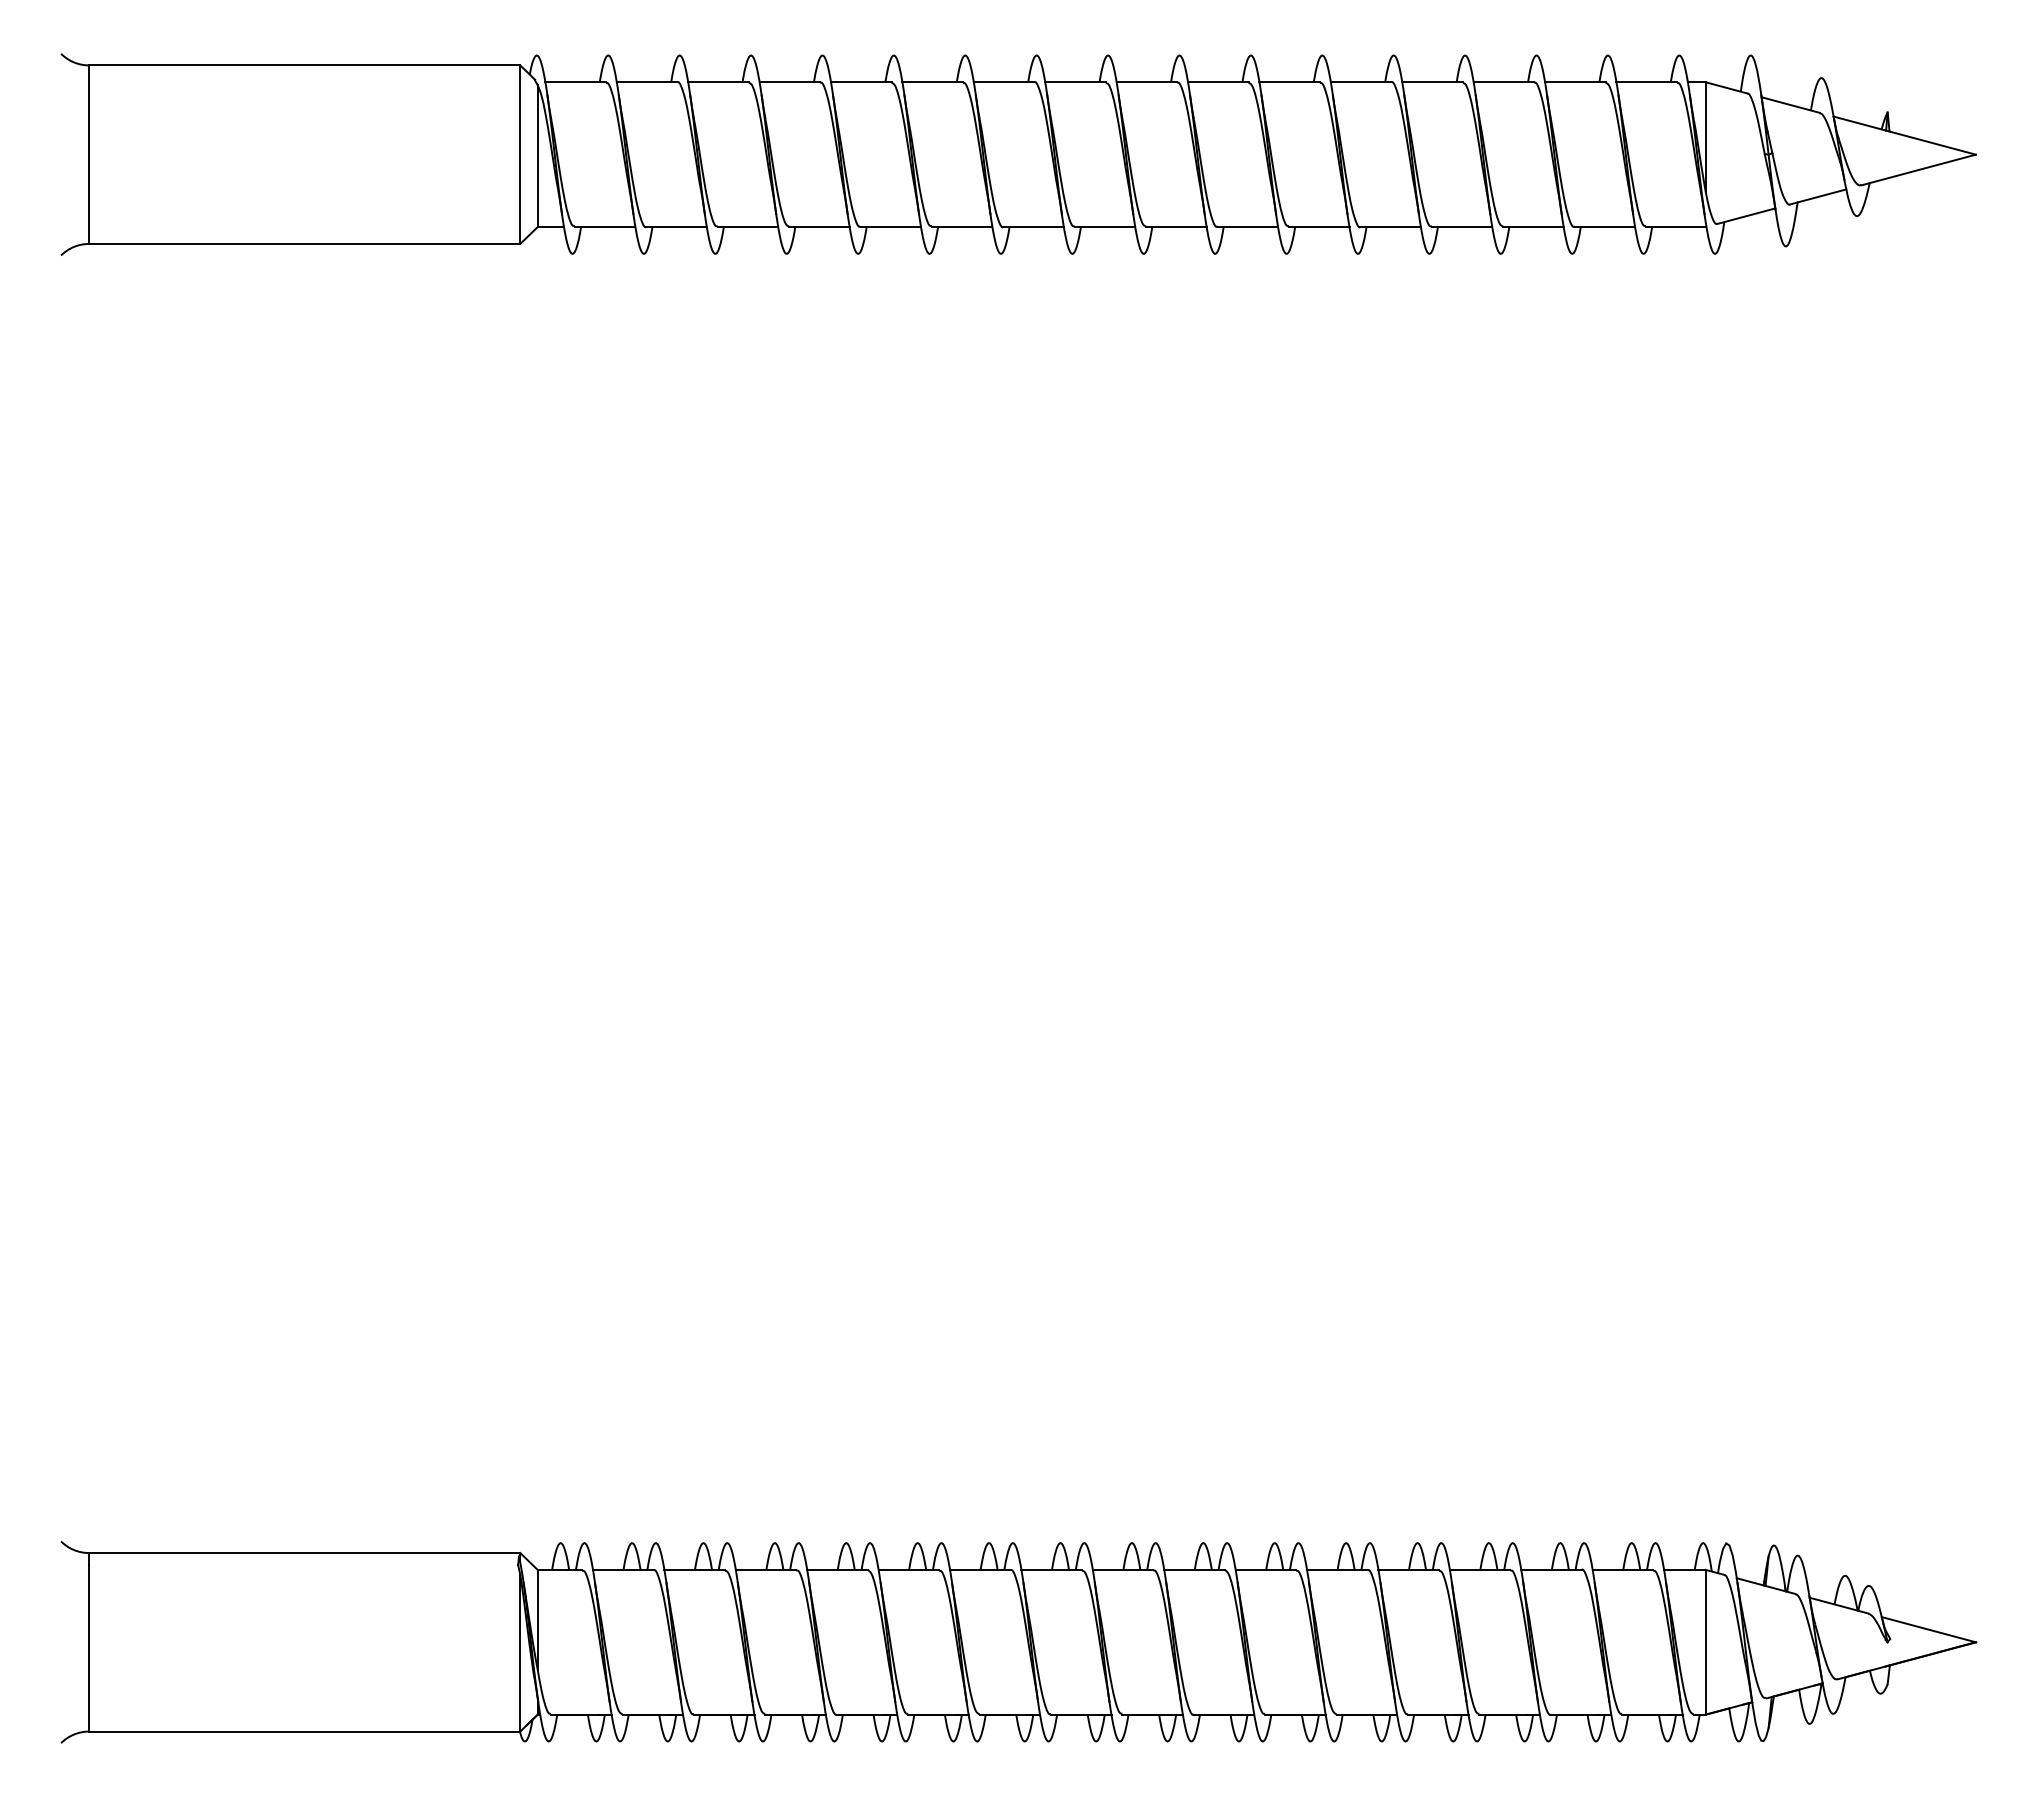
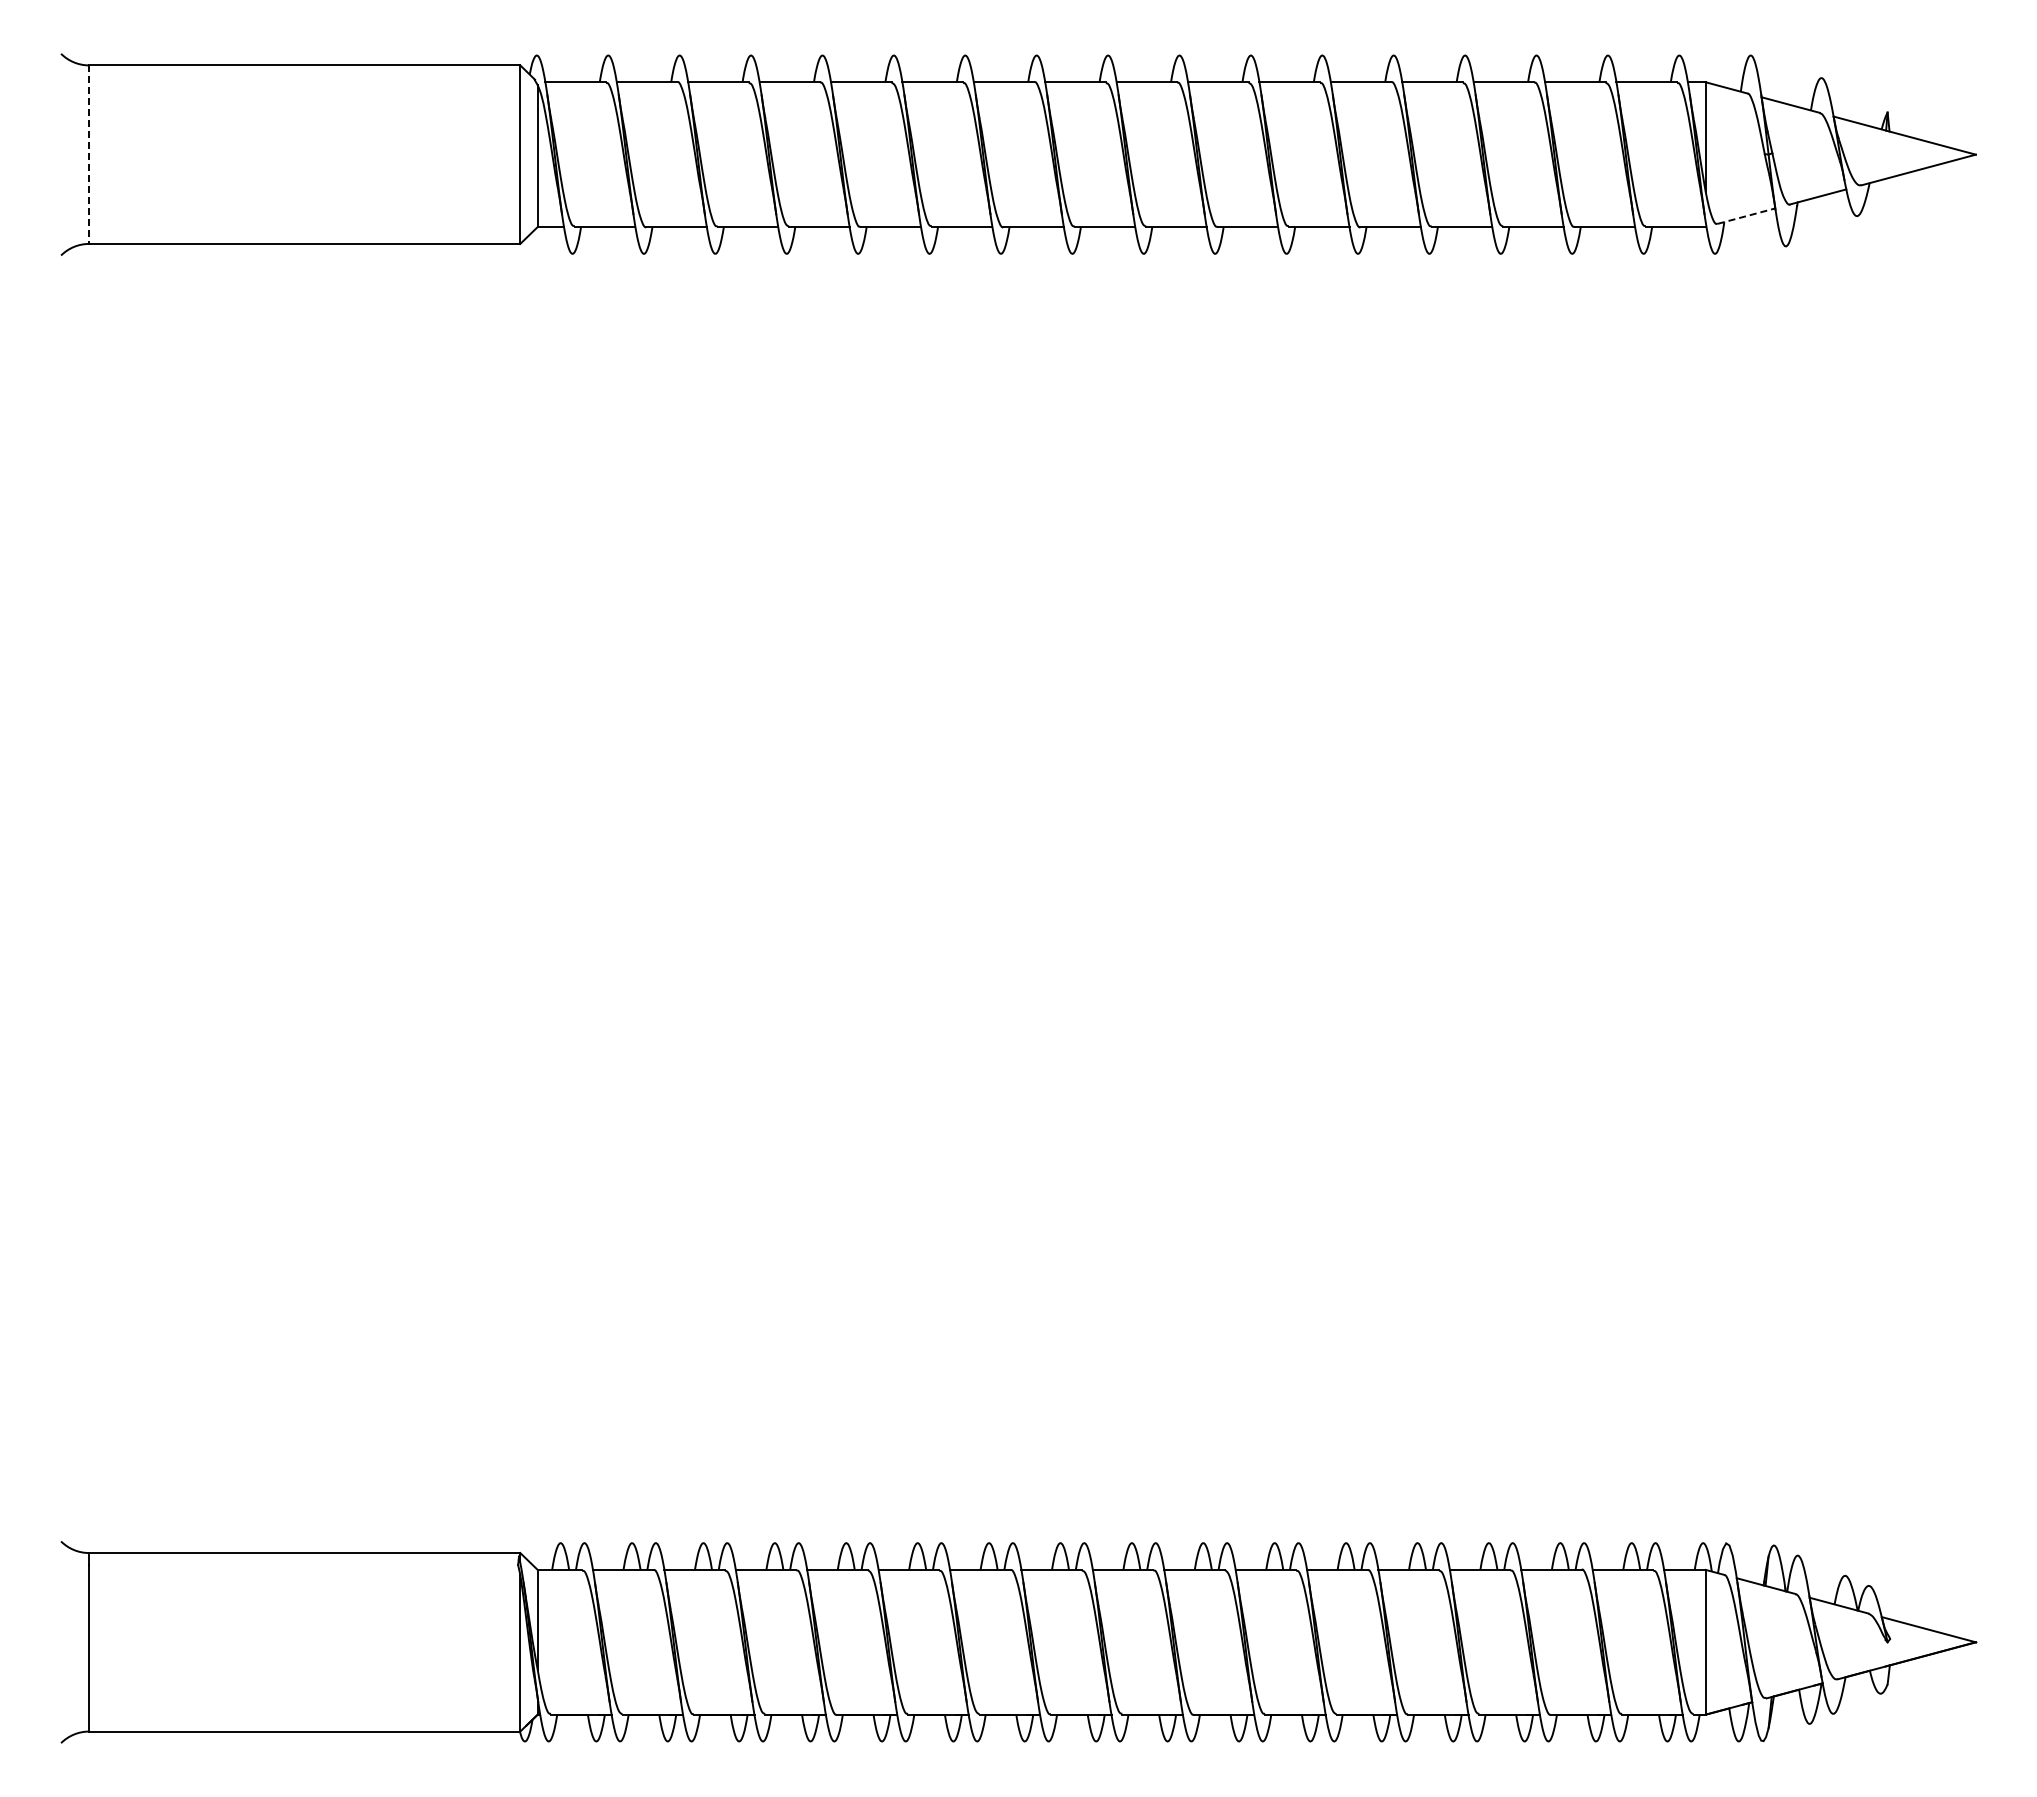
line at (89, 155): solid -> dashed
line at (1746, 216): solid -> dashed
